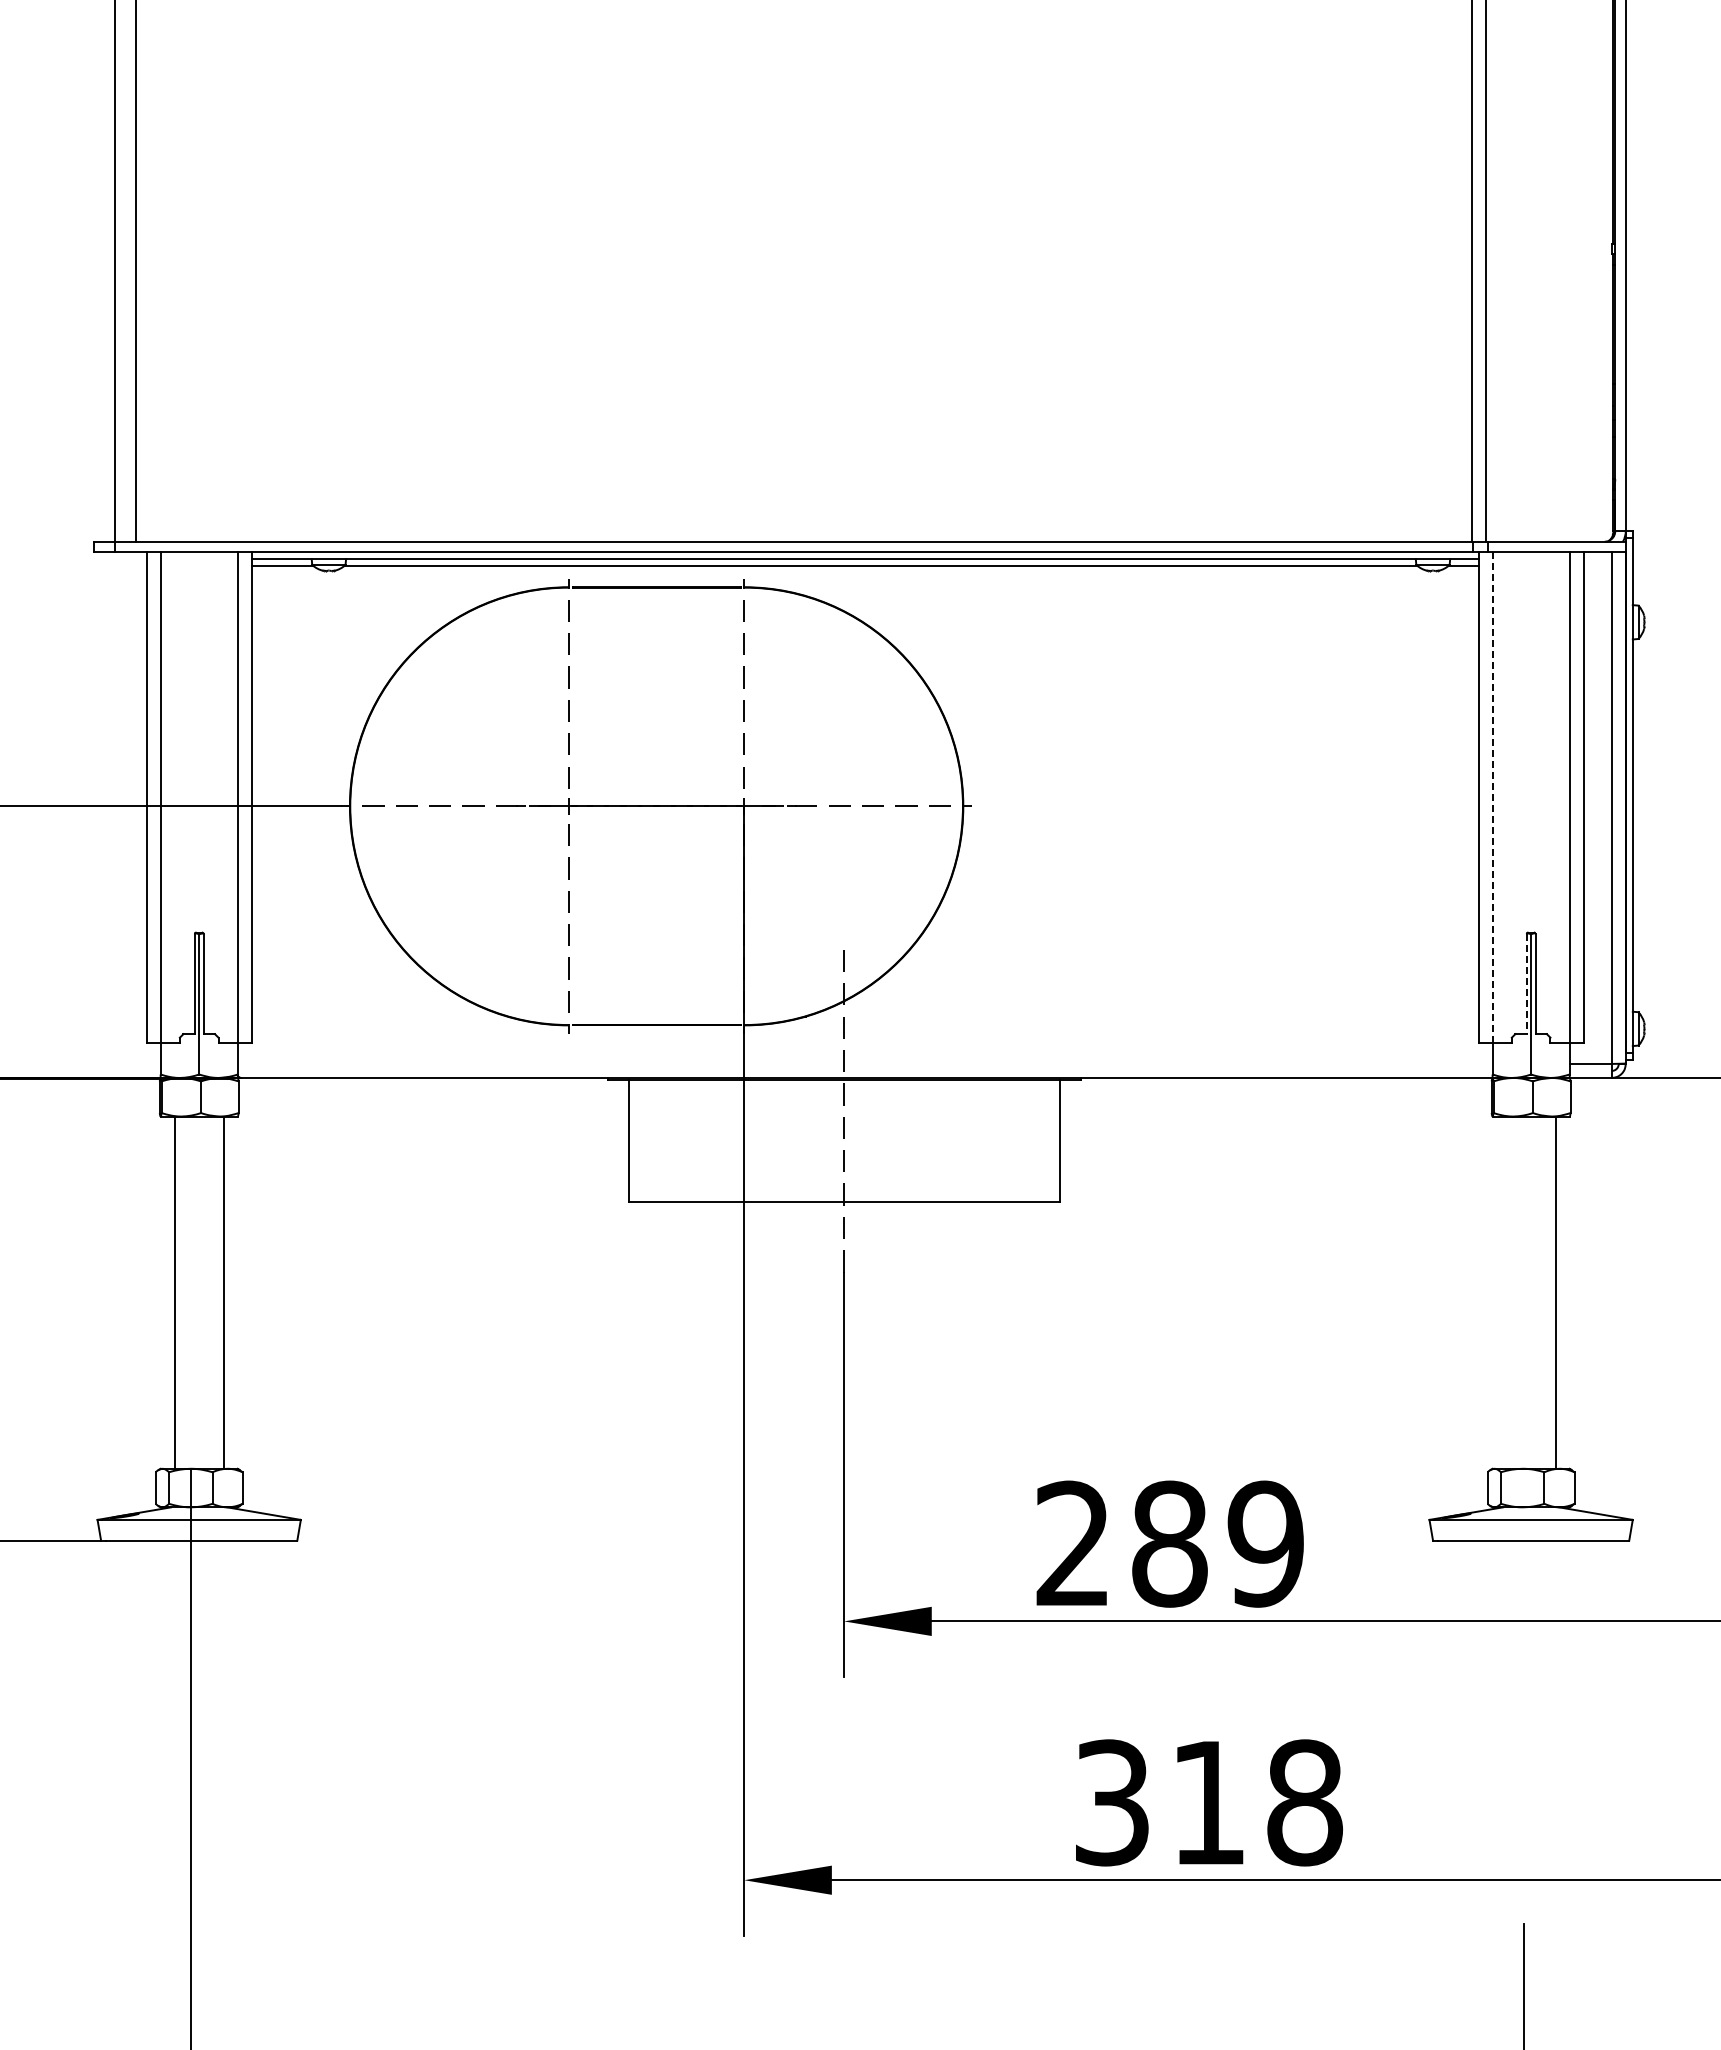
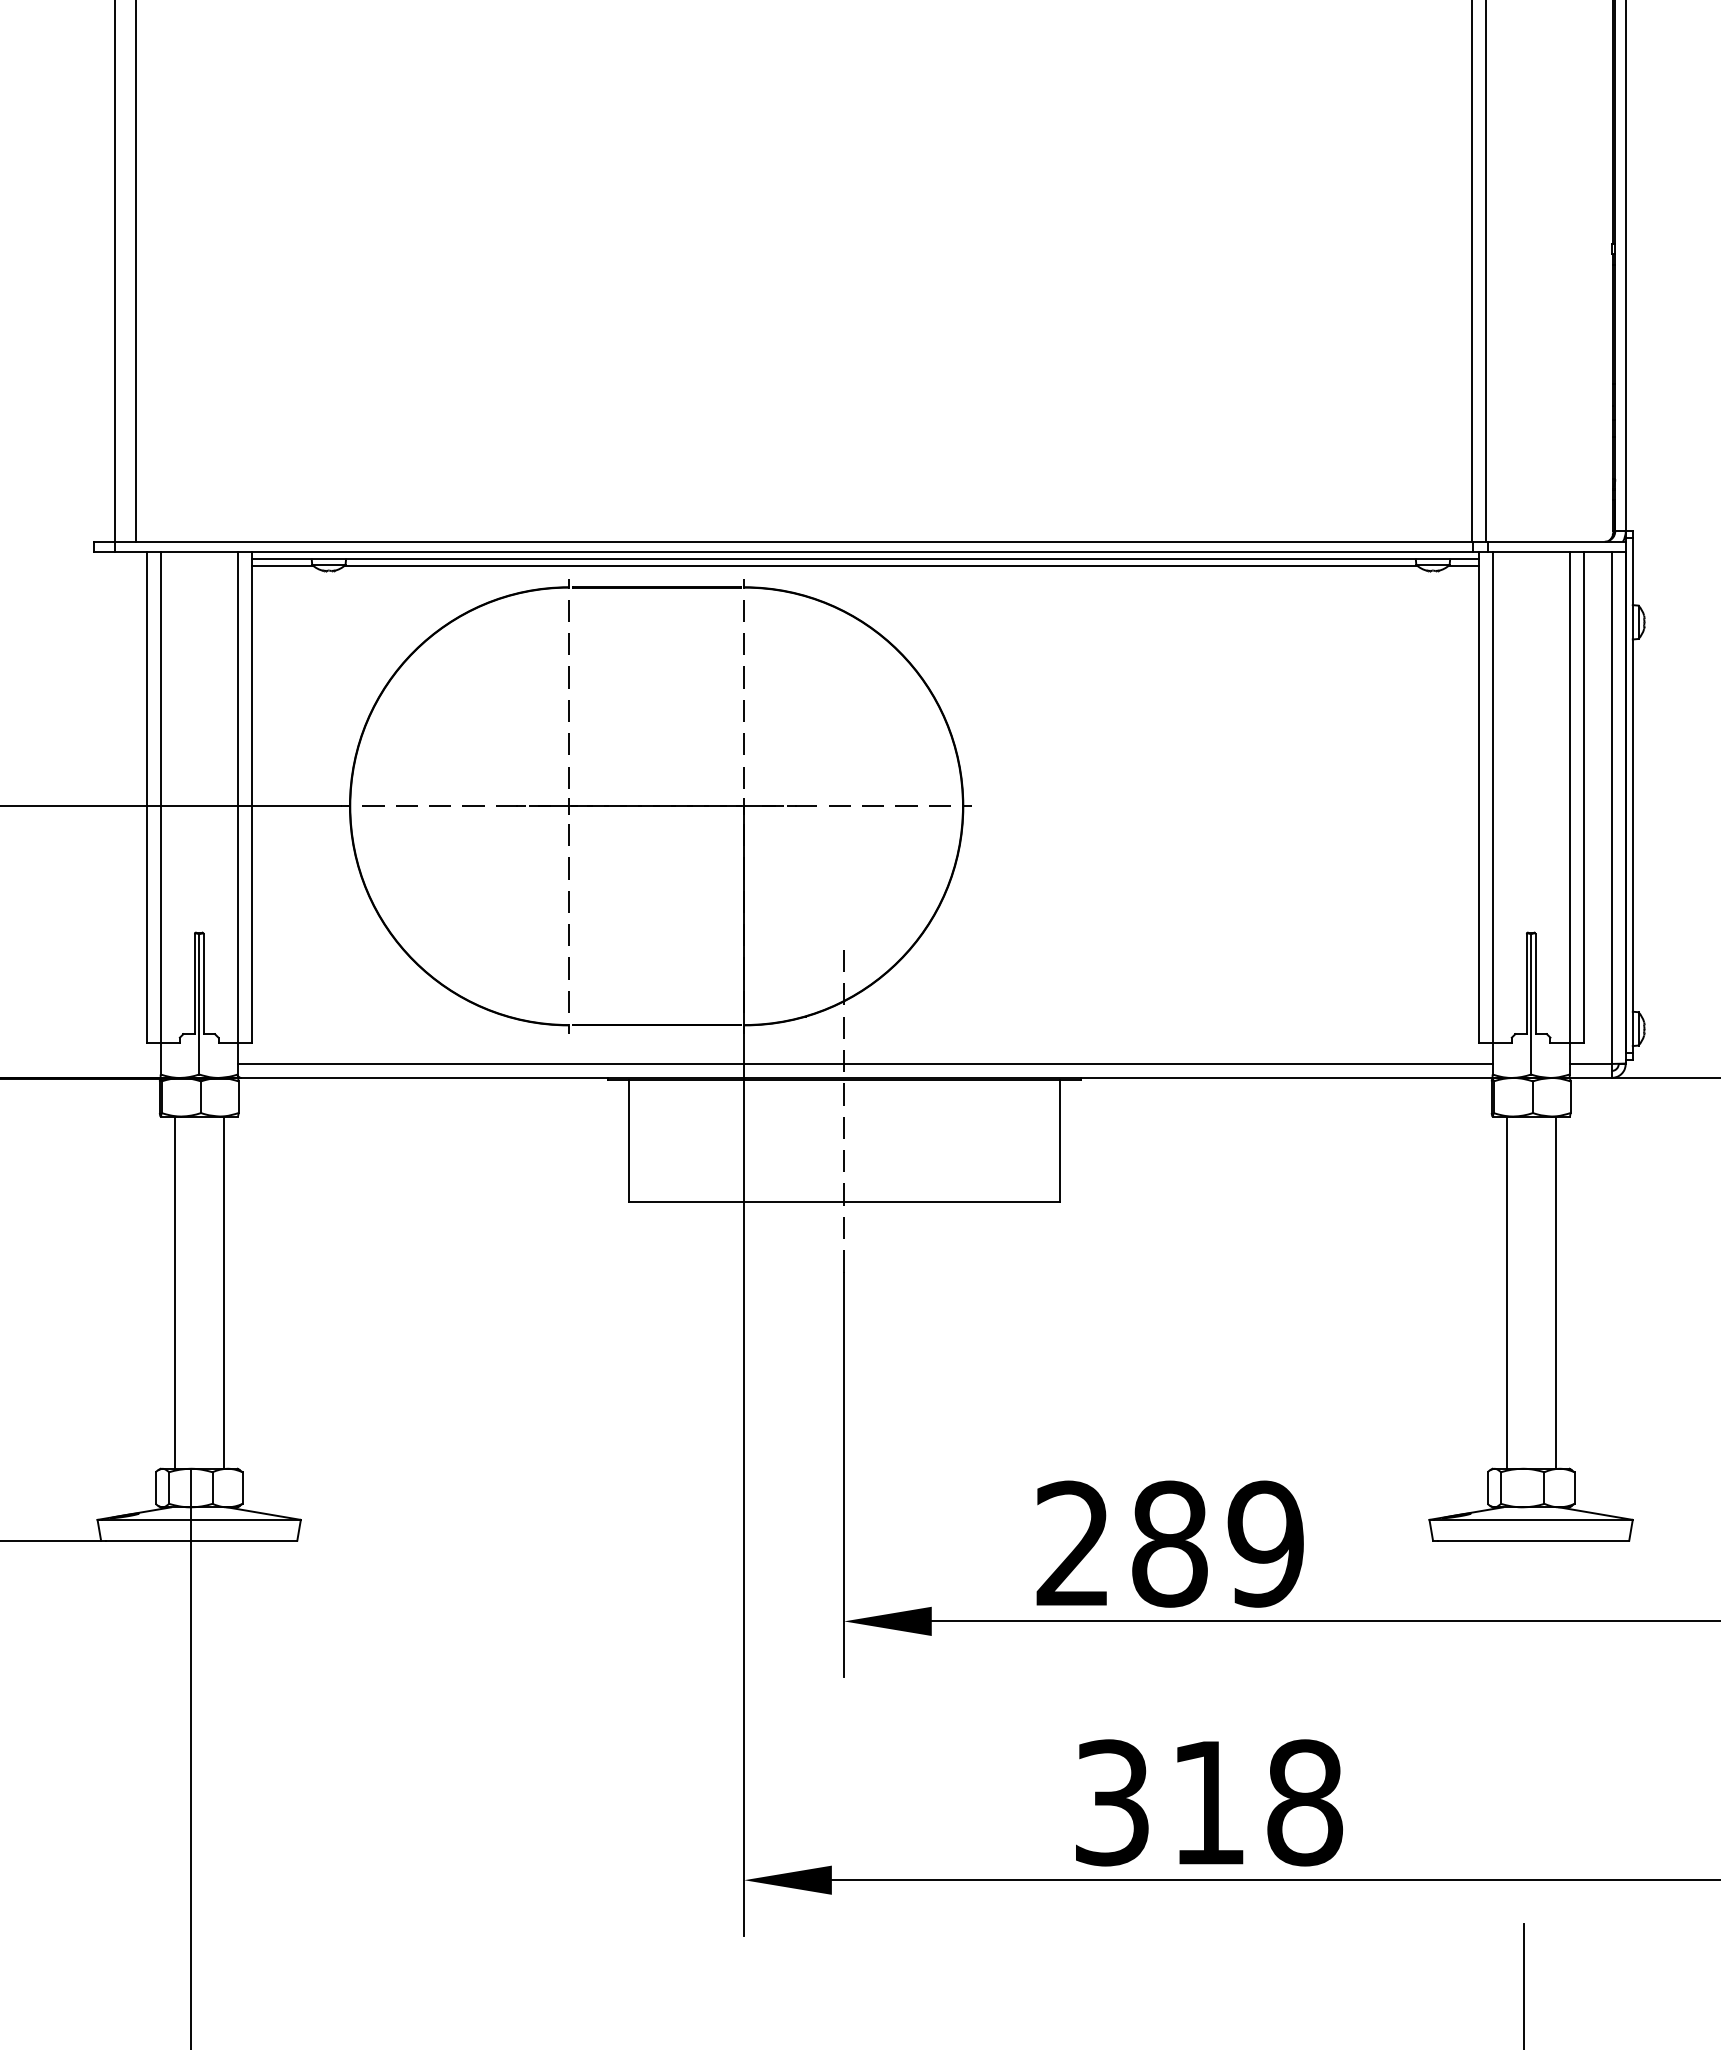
line at (1492, 798): dashed -> solid
line at (1526, 984): dashed -> solid
line at (864, 1063): none -> present
line at (1506, 1292): none -> present
